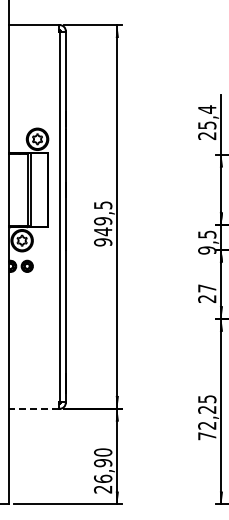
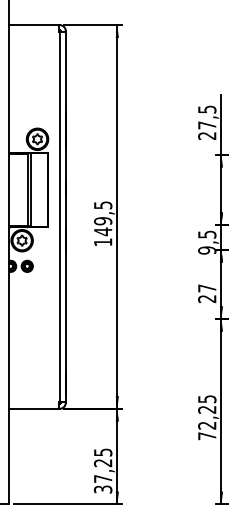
text at (207, 117): 25,4 -> 27,5
text at (103, 242): 949,5 -> 149,5
line at (34, 408): dashed -> solid
text at (103, 470): 26,90 -> 37,25
